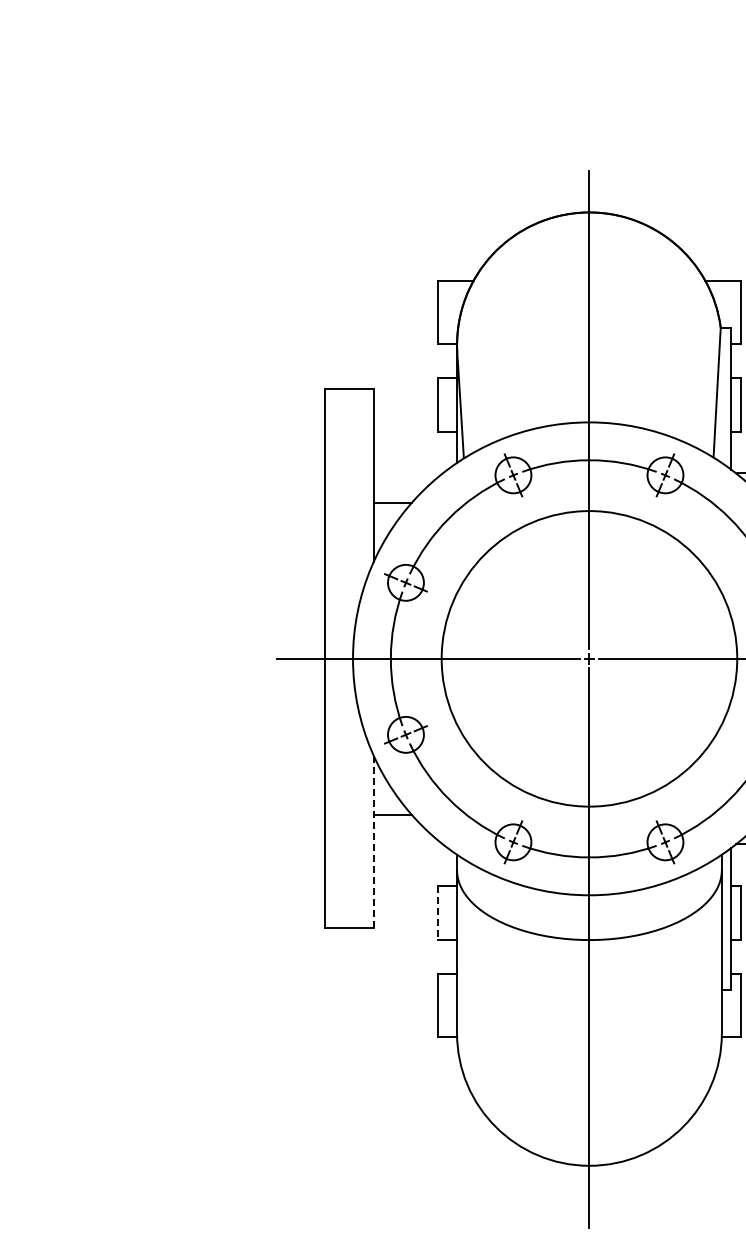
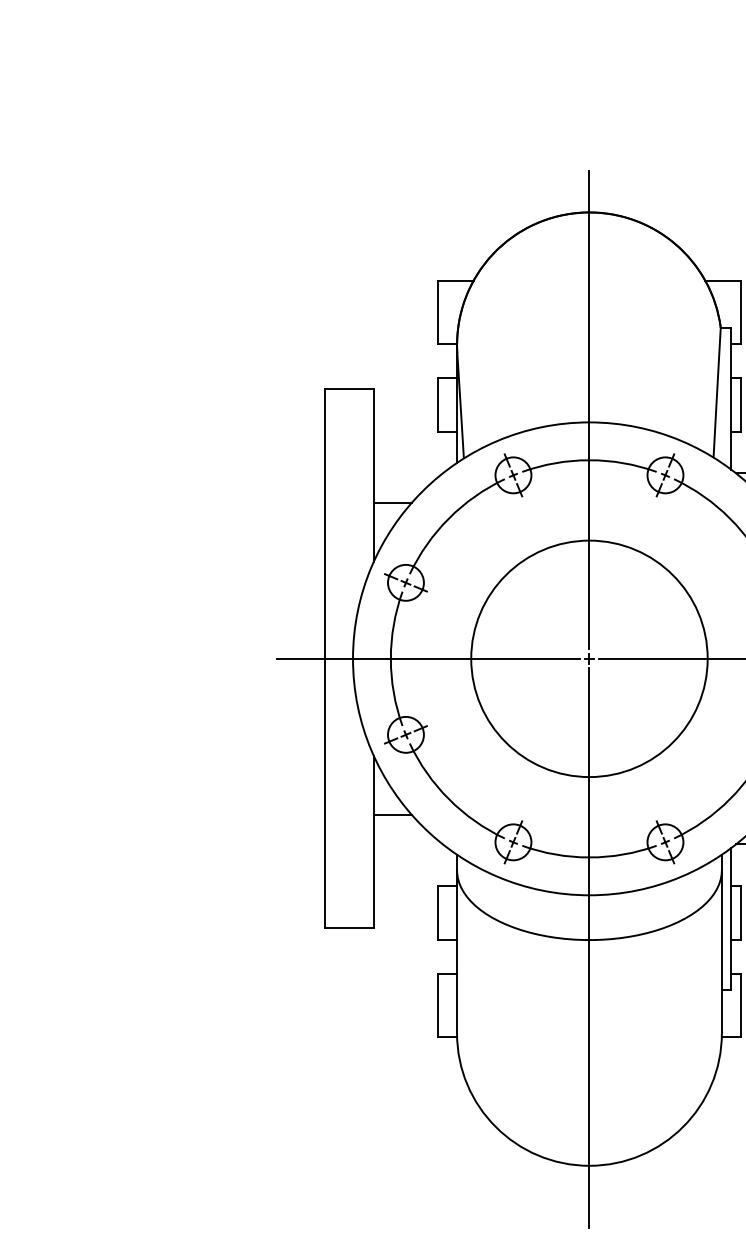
circle at (589, 658) diameter: 296 px -> 236 px
line at (373, 841): dashed -> solid
line at (438, 912): dashed -> solid
